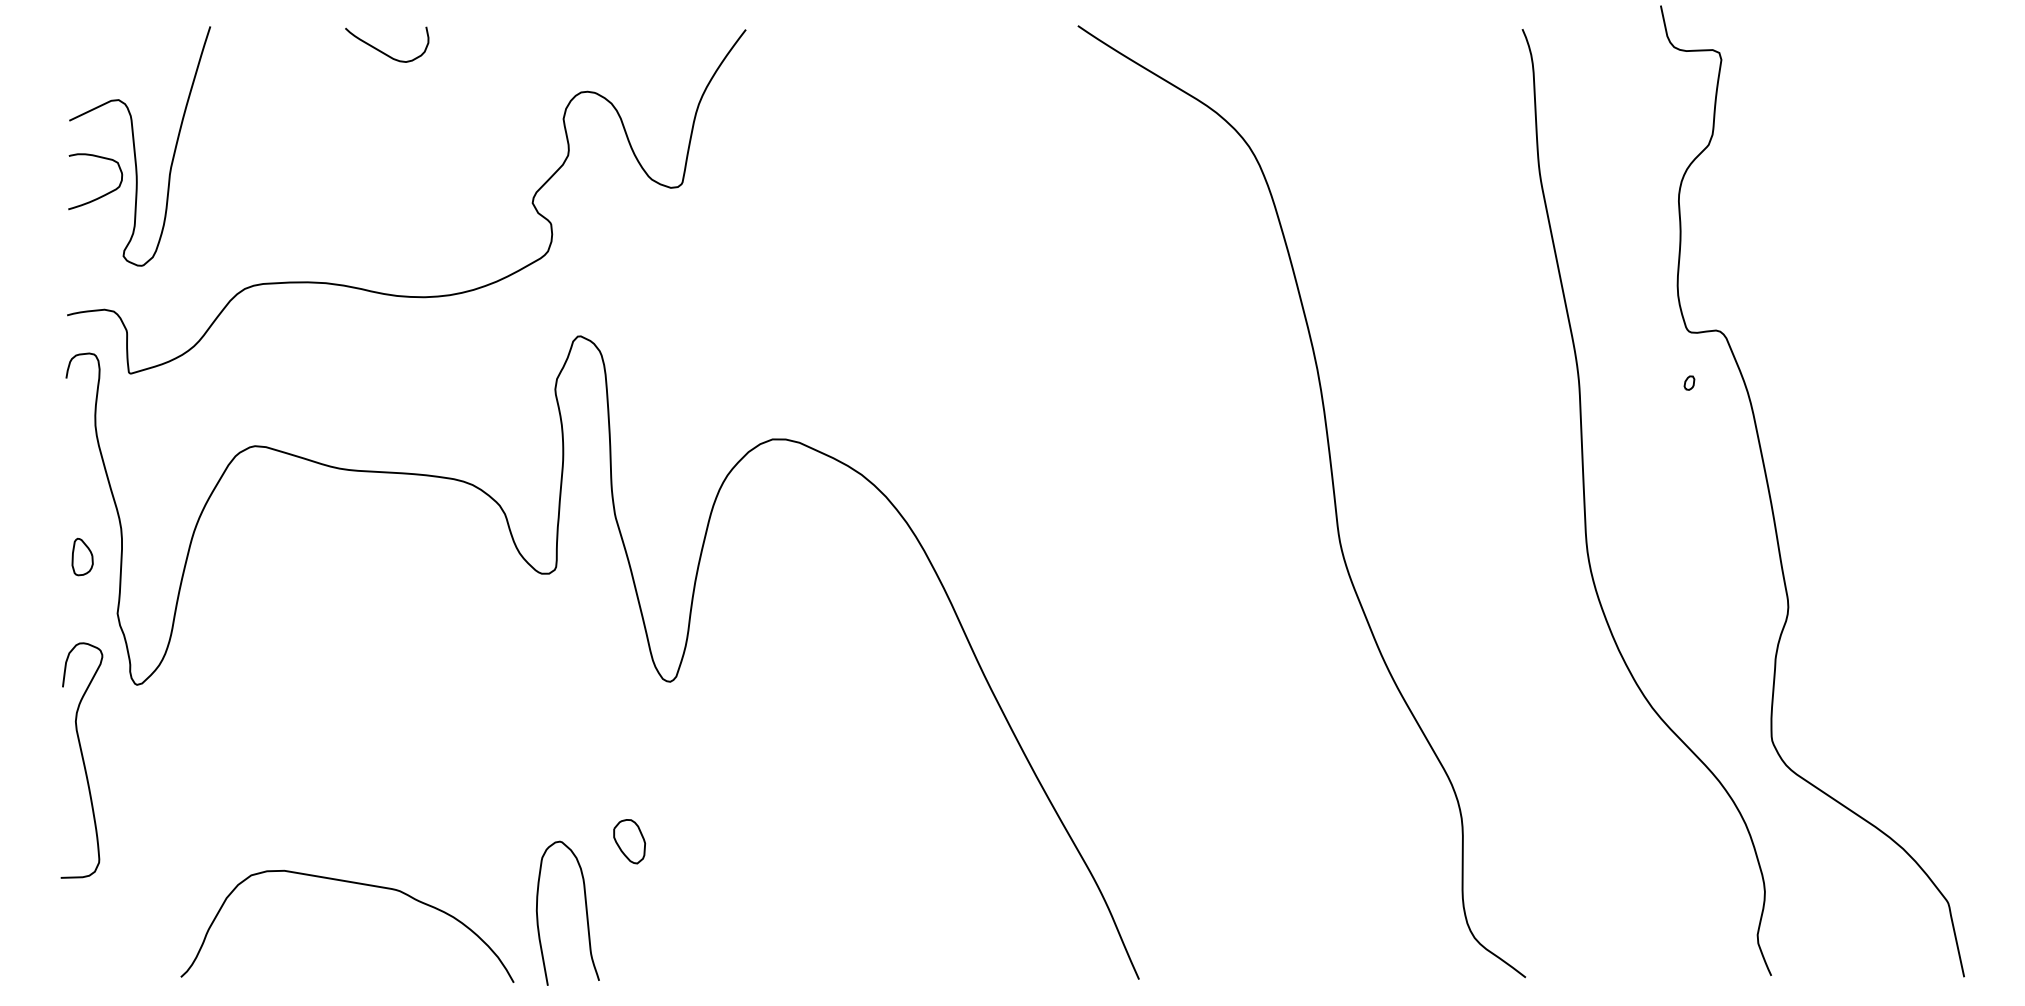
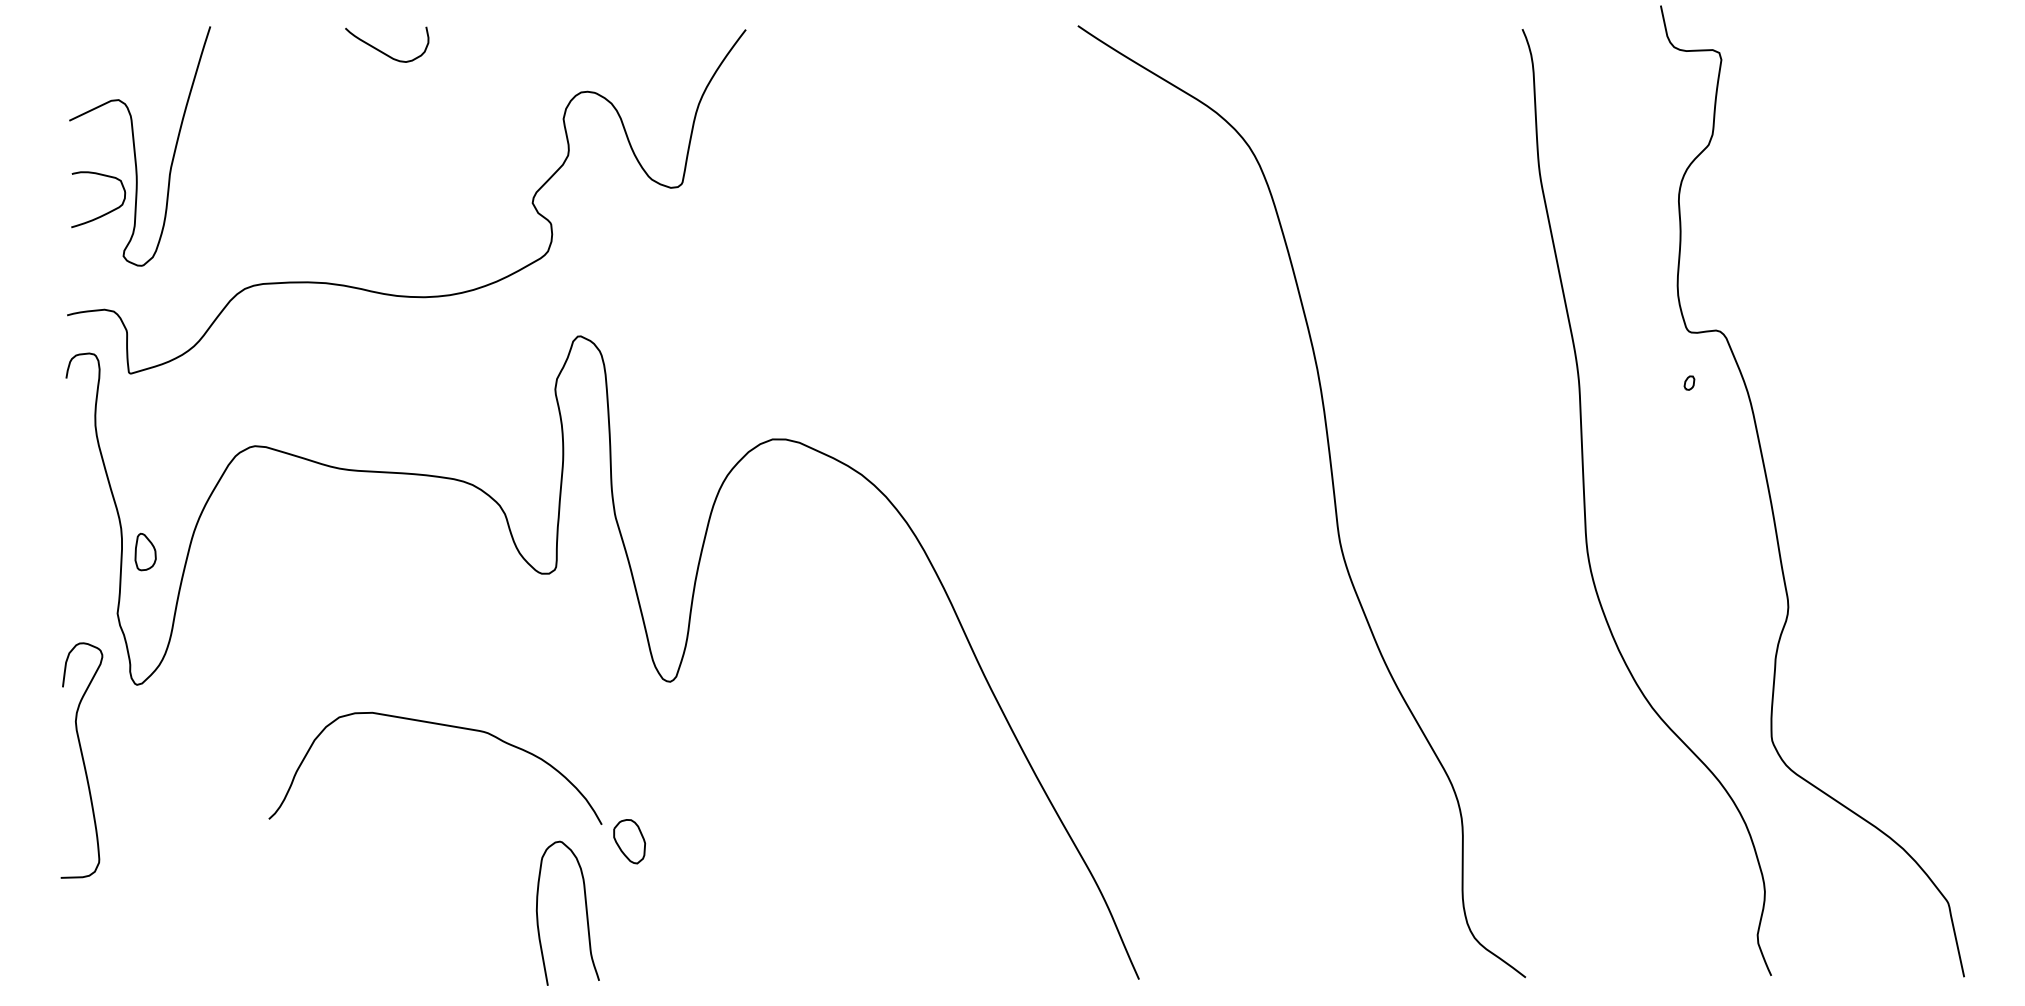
curve at (101, 195) position: (101, 195) -> (104, 213)
part at (82, 556) position: (82, 556) -> (145, 551)
curve at (351, 883) position: (351, 883) -> (439, 725)
